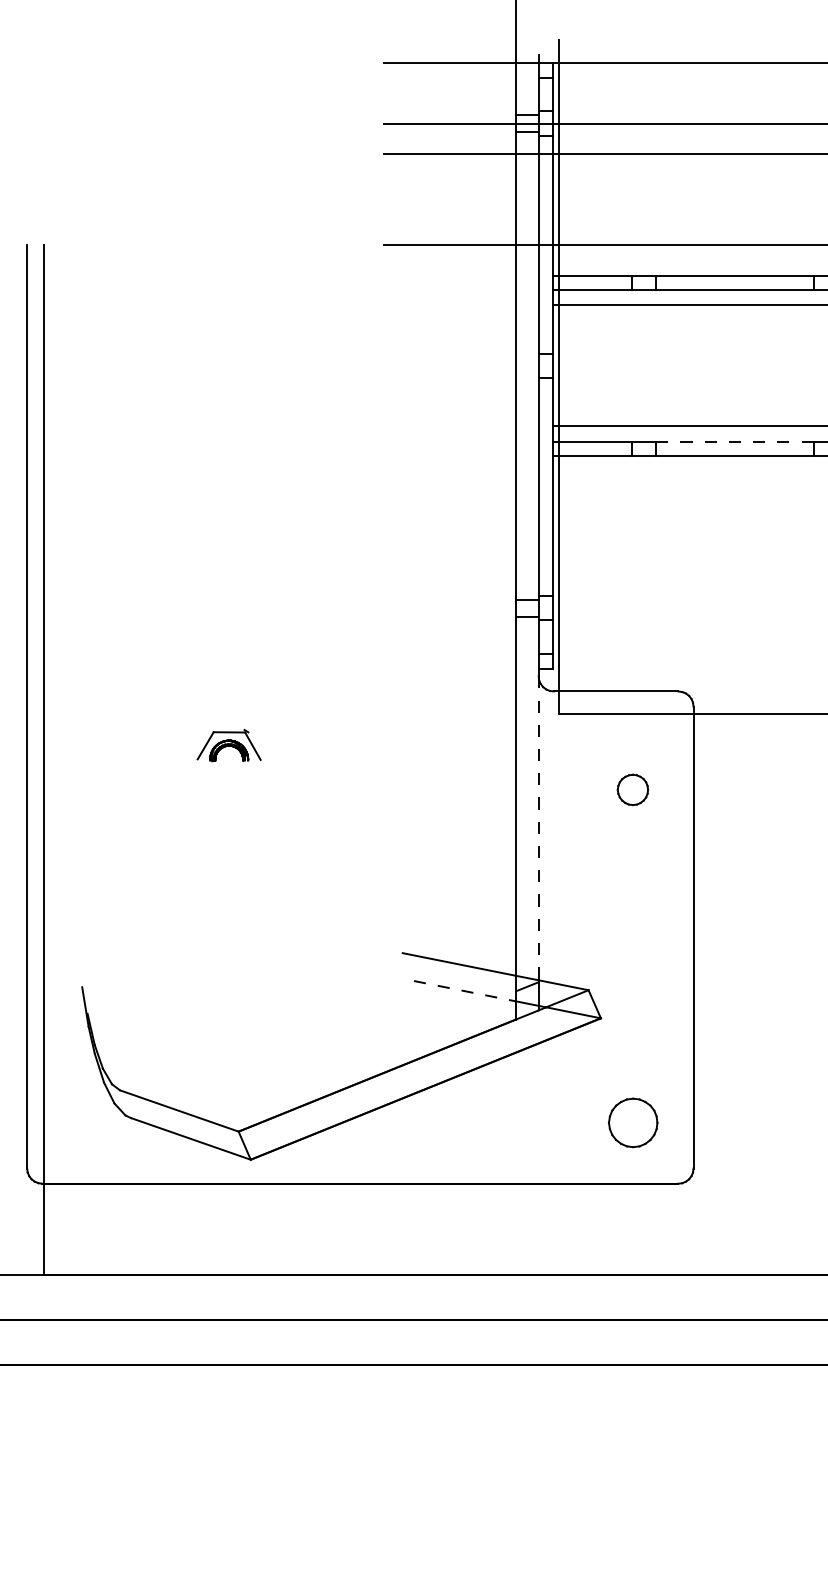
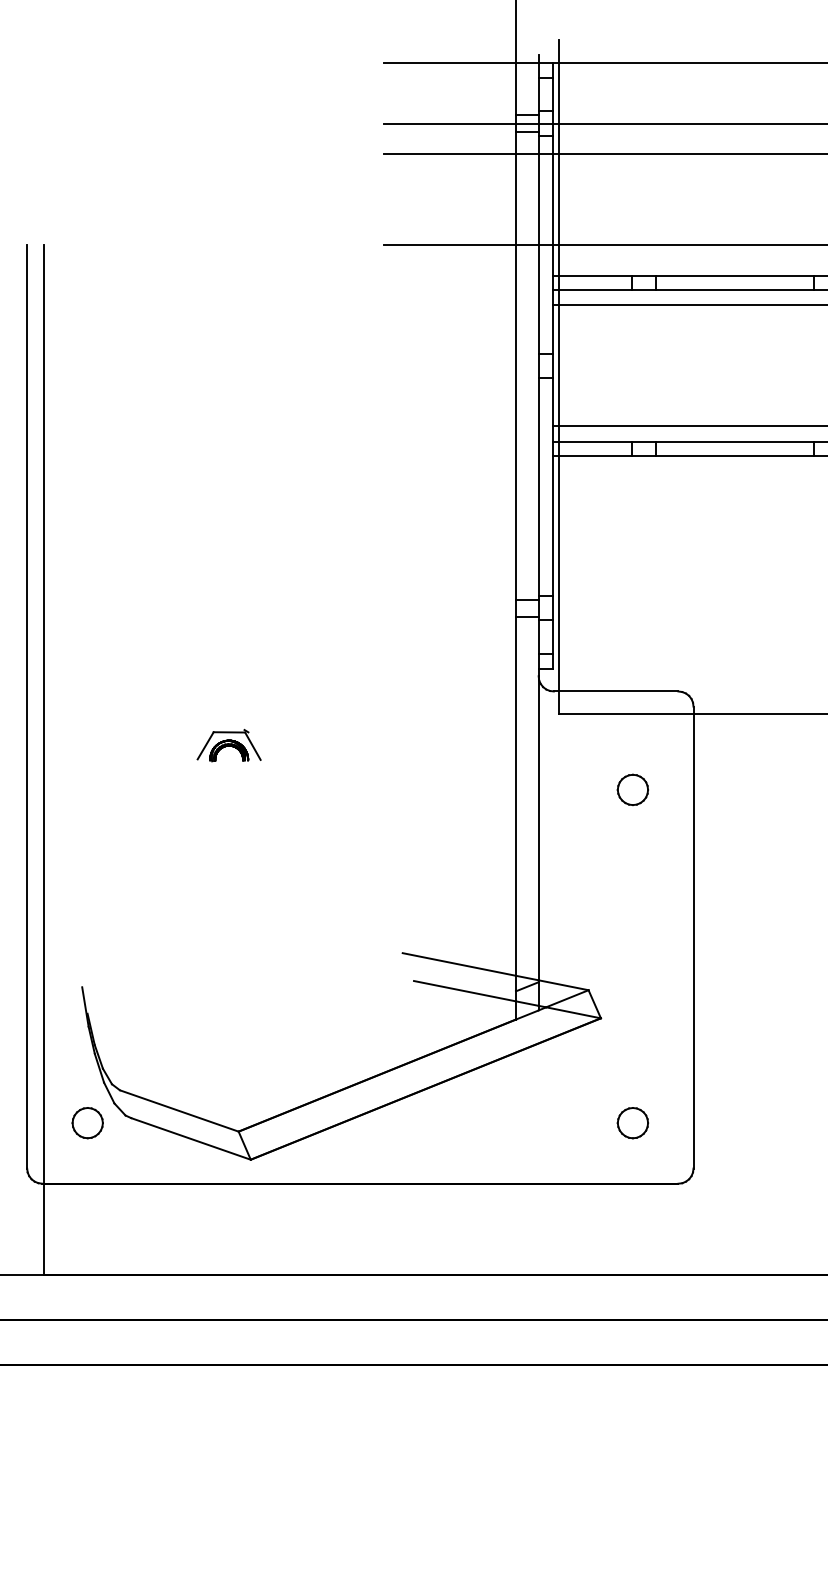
line at (734, 441): dashed -> solid
line at (538, 828): dashed -> solid
line at (465, 991): dashed -> solid
part at (633, 1122) size: 51x52 px -> 33x33 px
part at (87, 1123): none -> present
